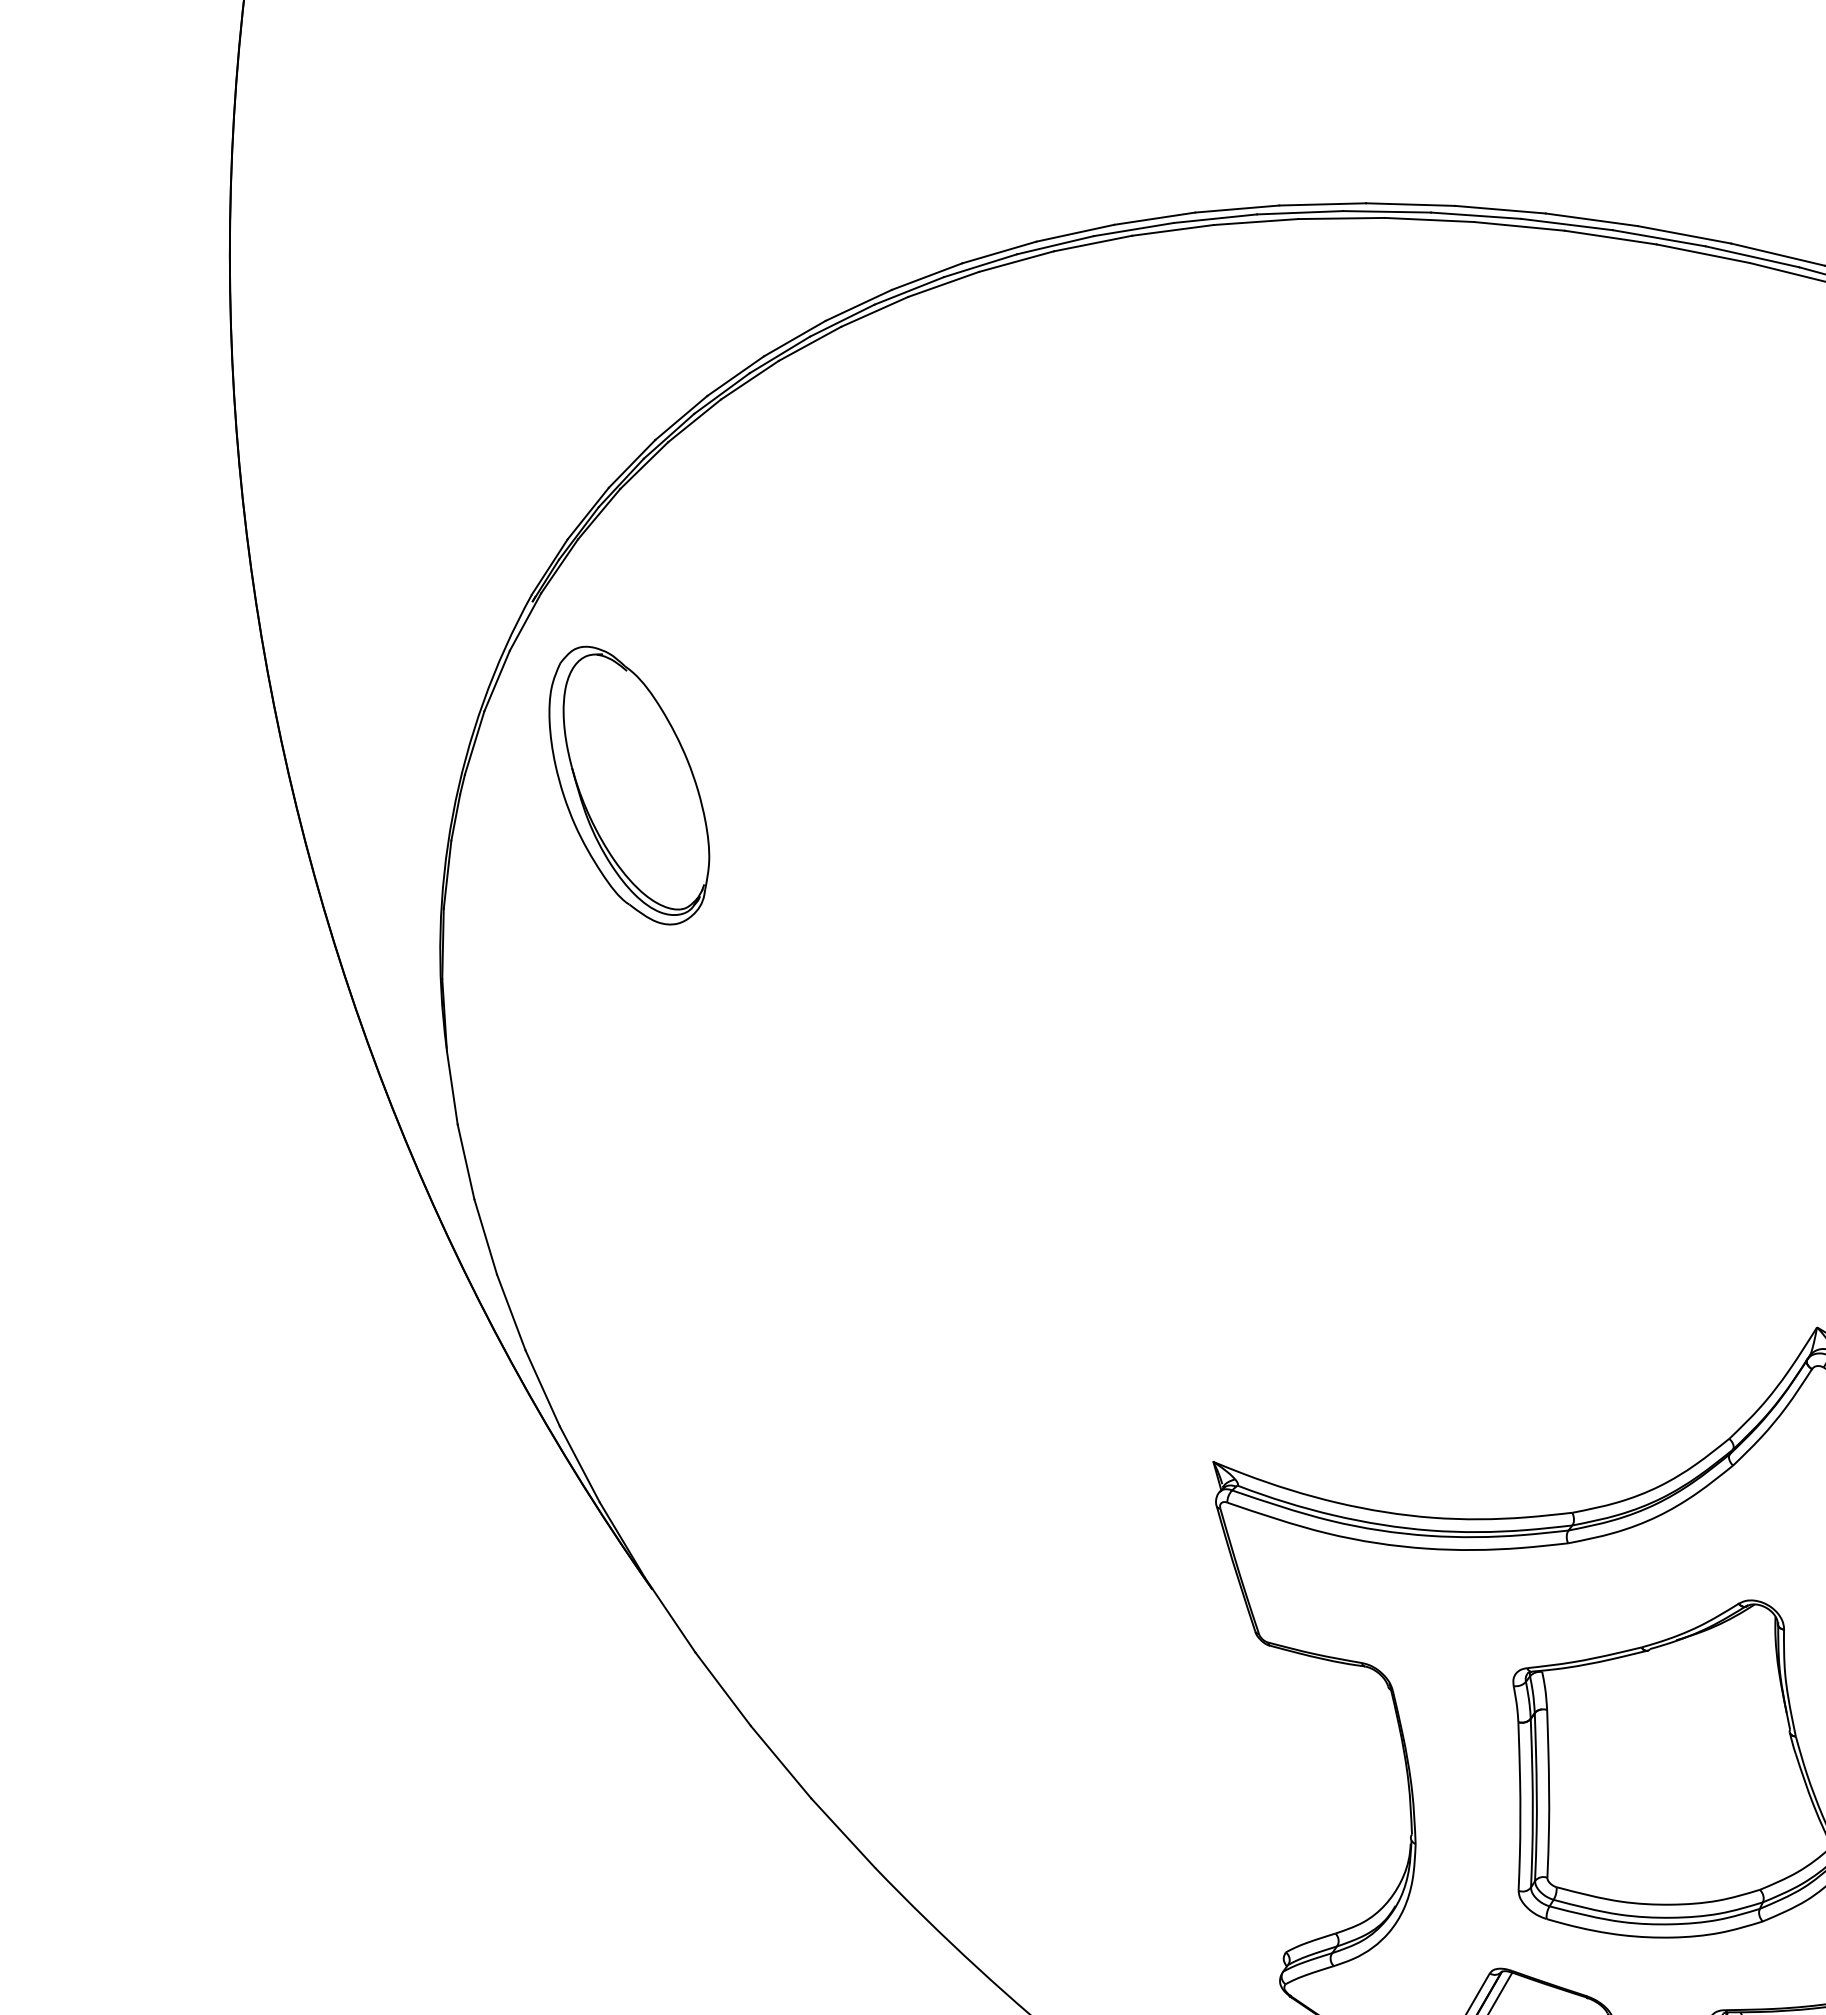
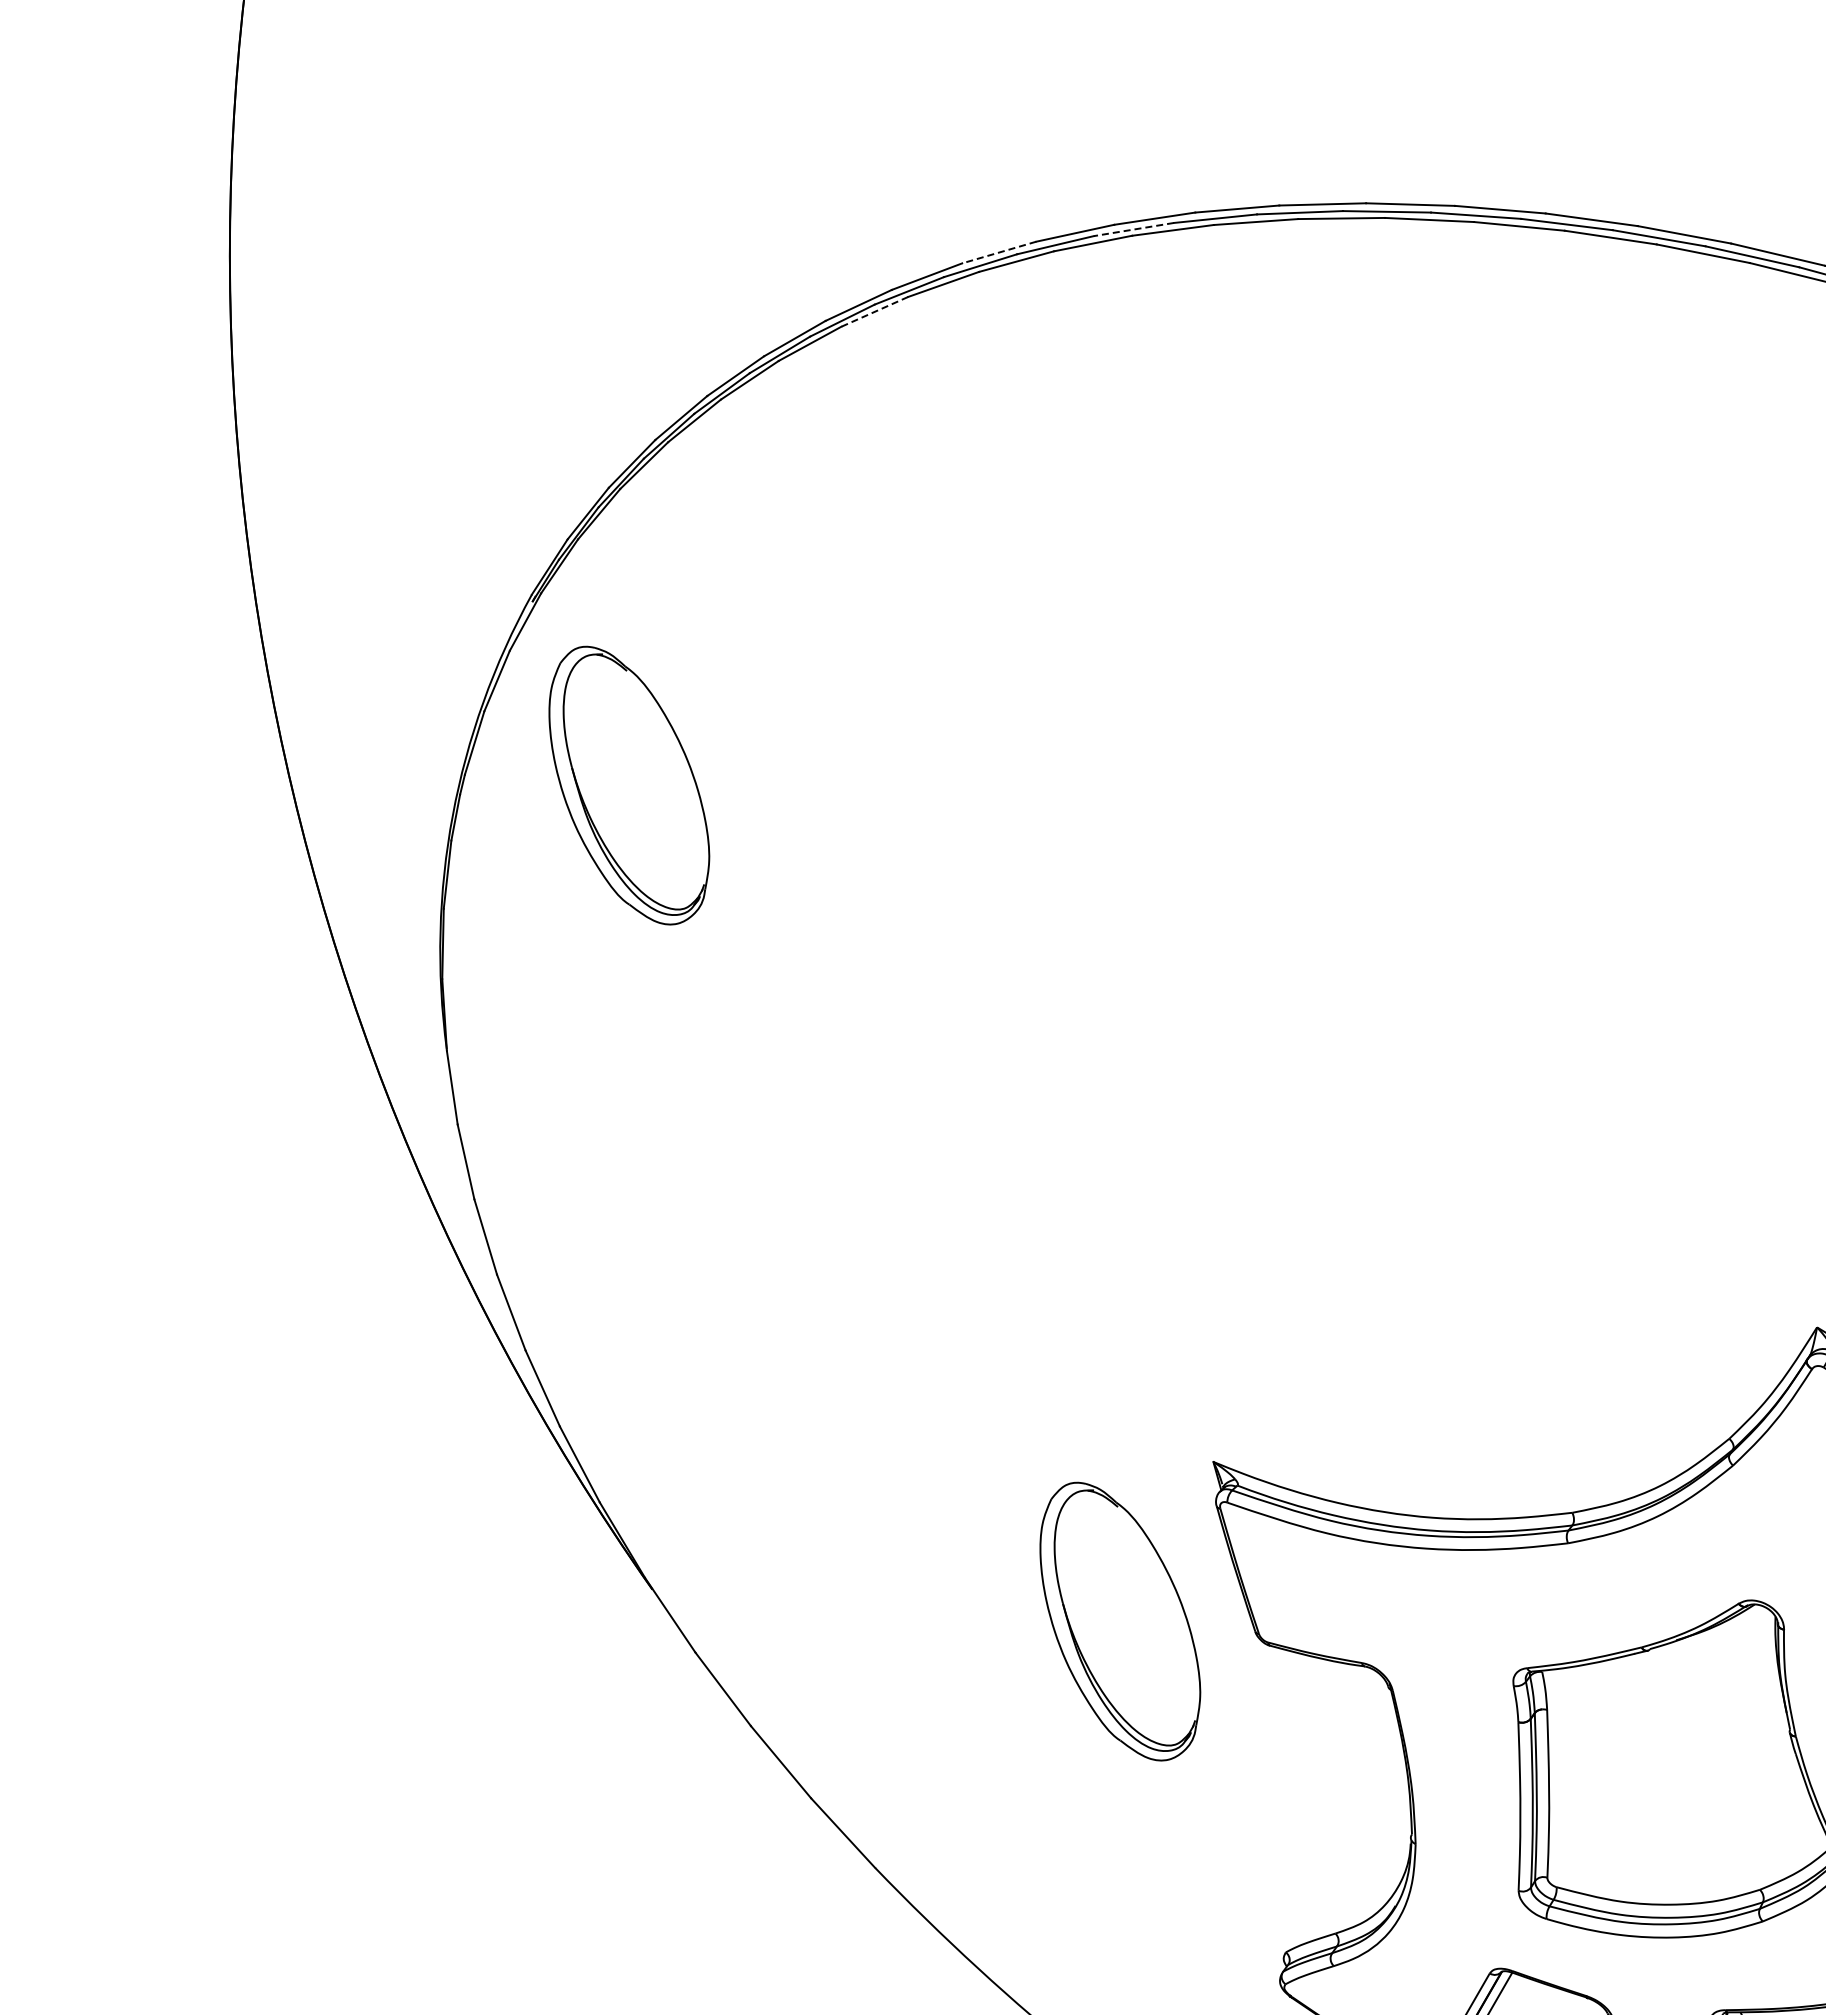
line at (1133, 229): solid -> dashed
line at (999, 252): solid -> dashed
line at (874, 311): solid -> dashed
part at (1120, 1621): none -> present
